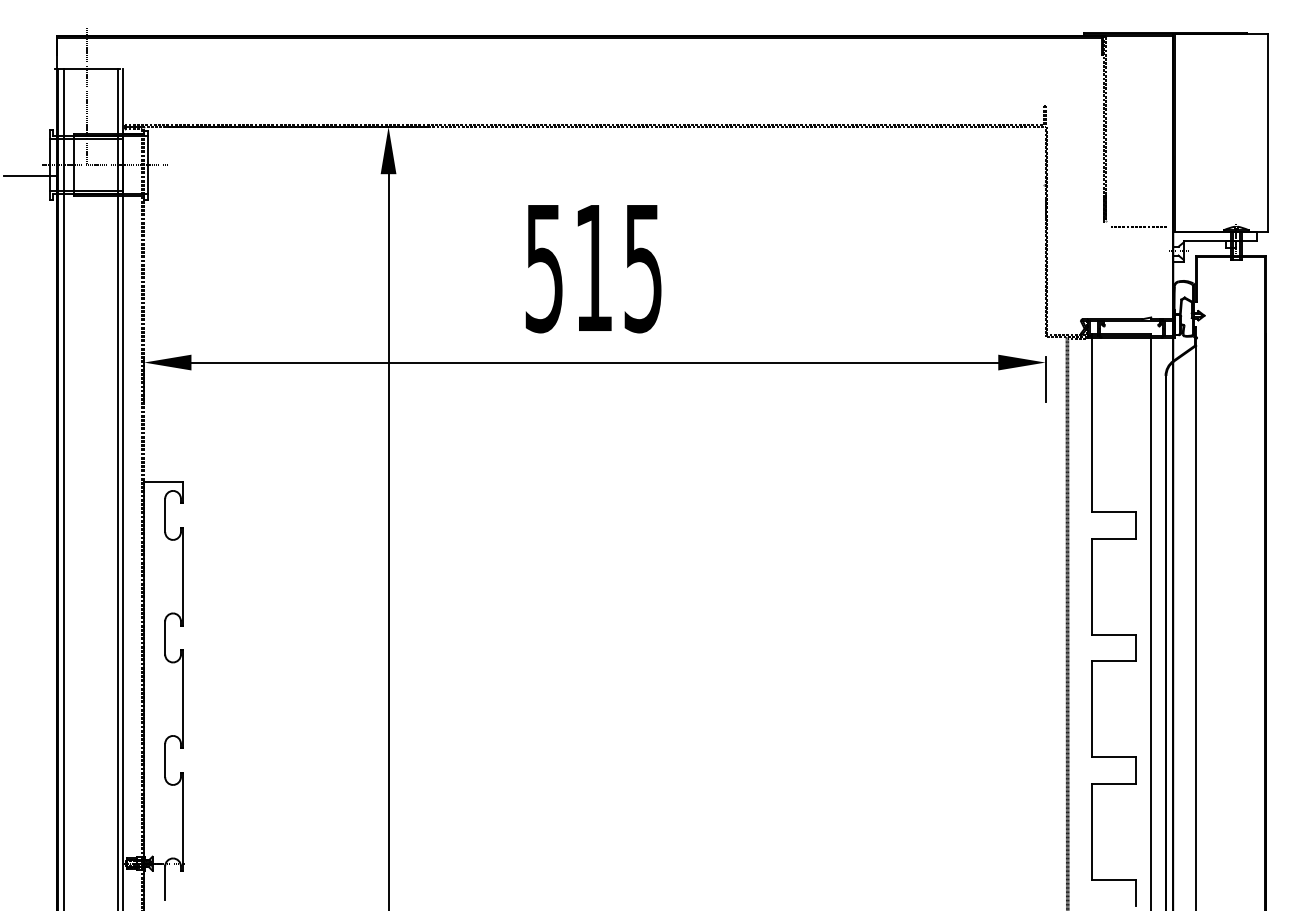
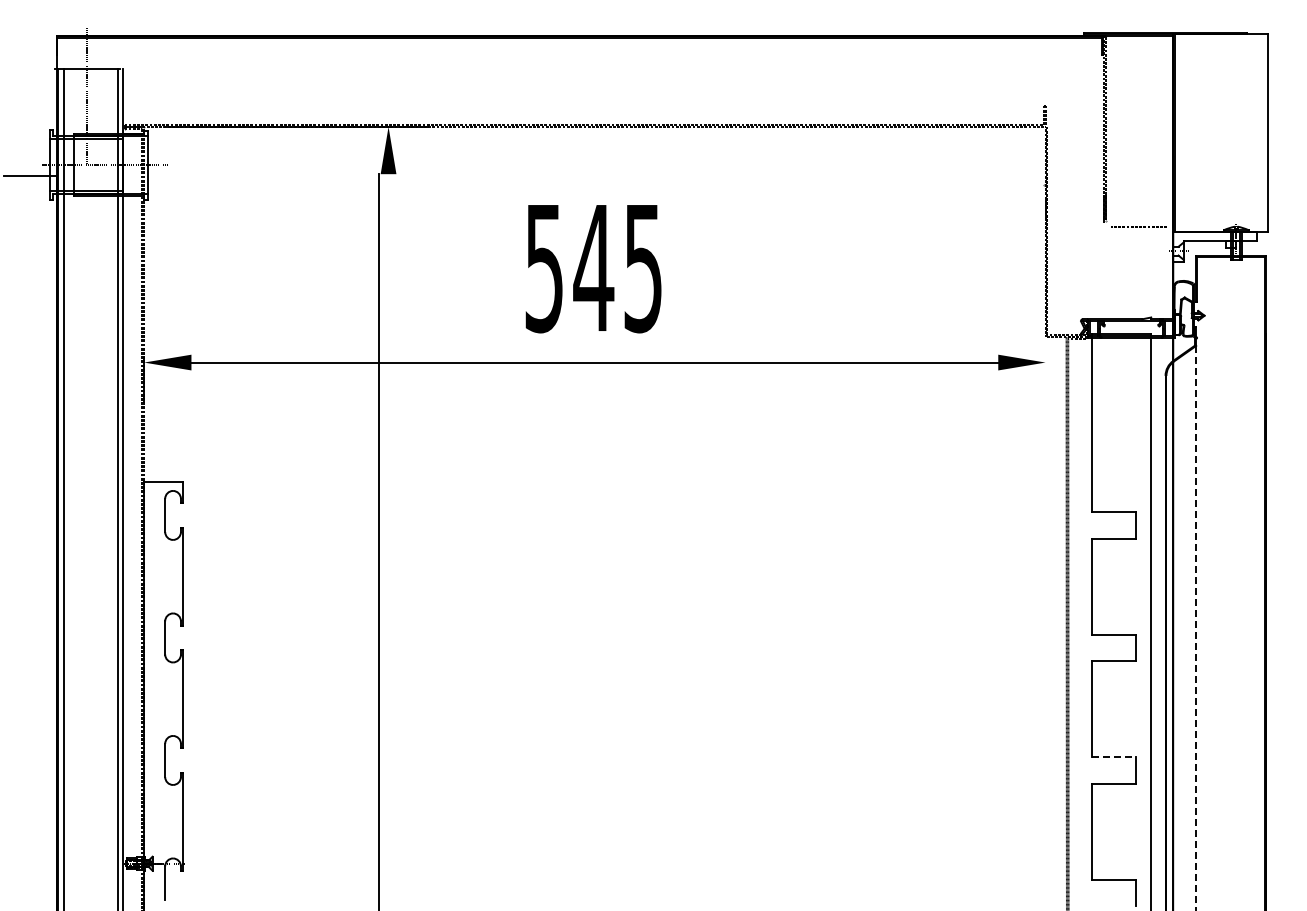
text at (593, 267): 515 -> 545
line at (1045, 378): present -> none
line at (388, 540) position: (388, 540) -> (378, 540)
line at (1196, 628): solid -> dashed
line at (1113, 757): solid -> dashed
